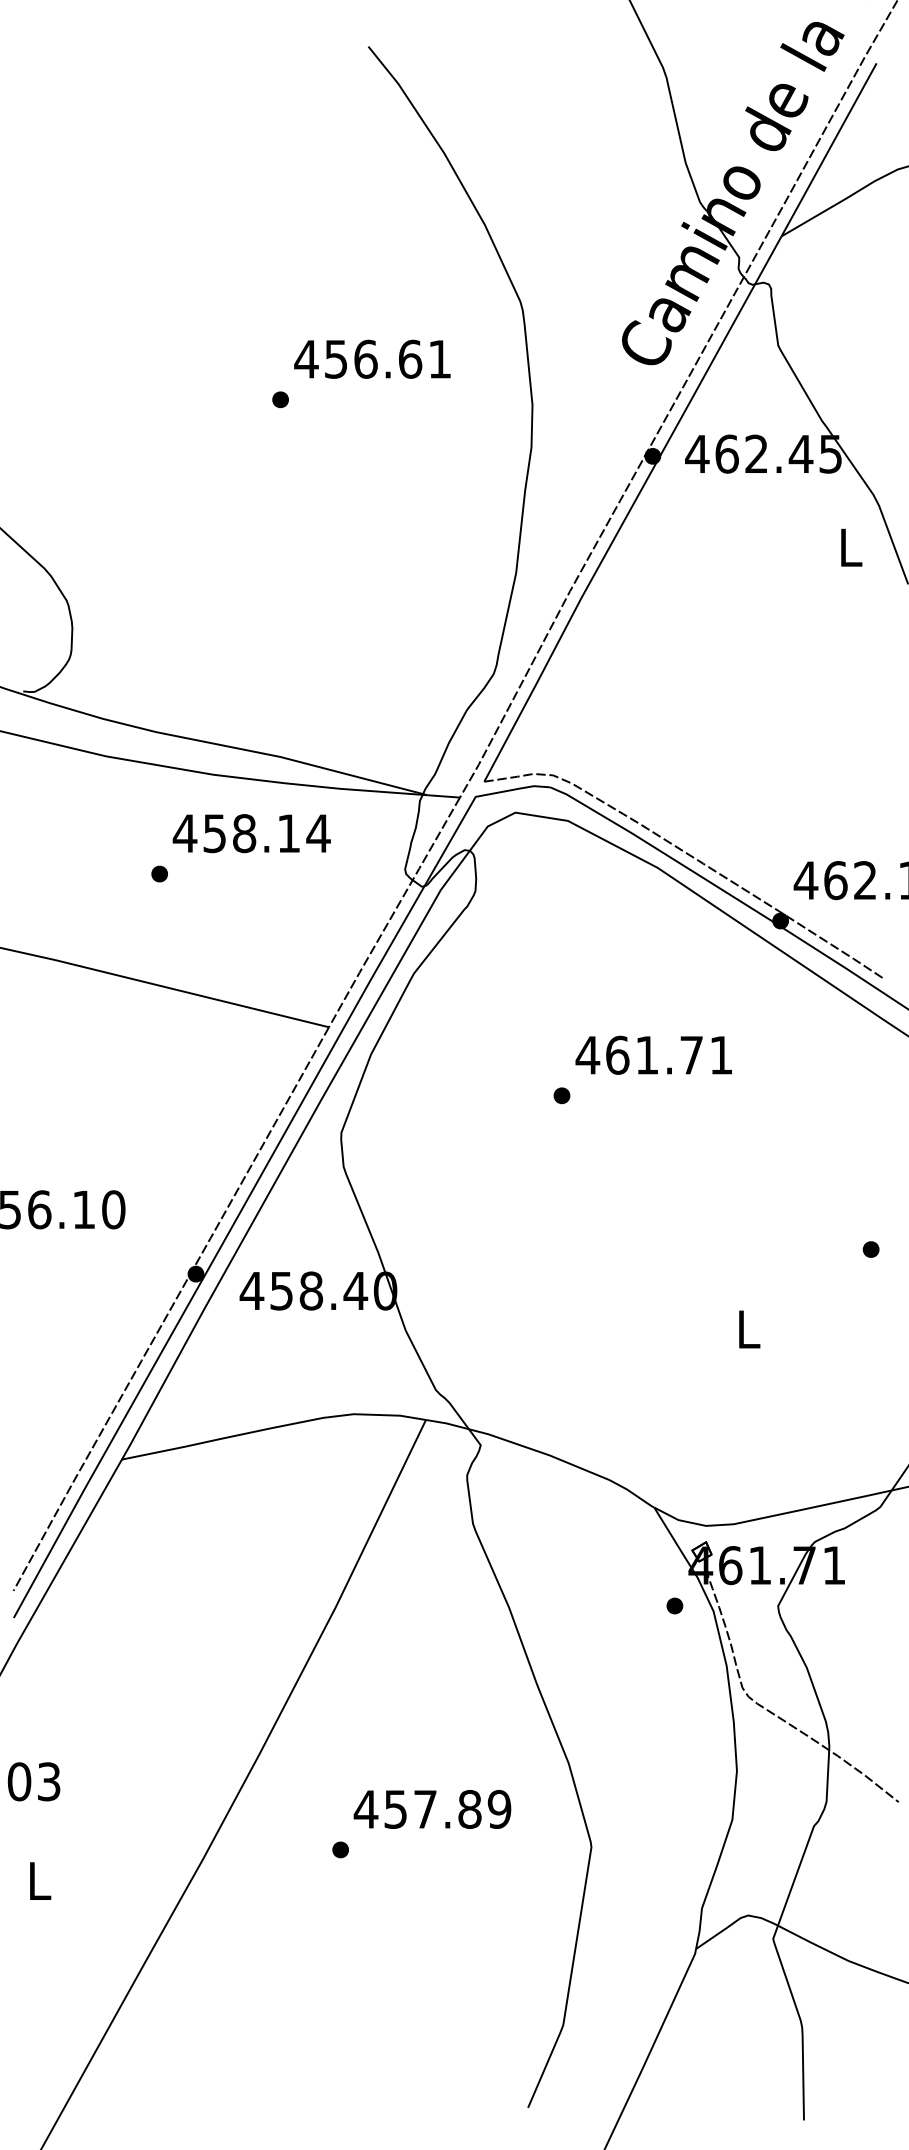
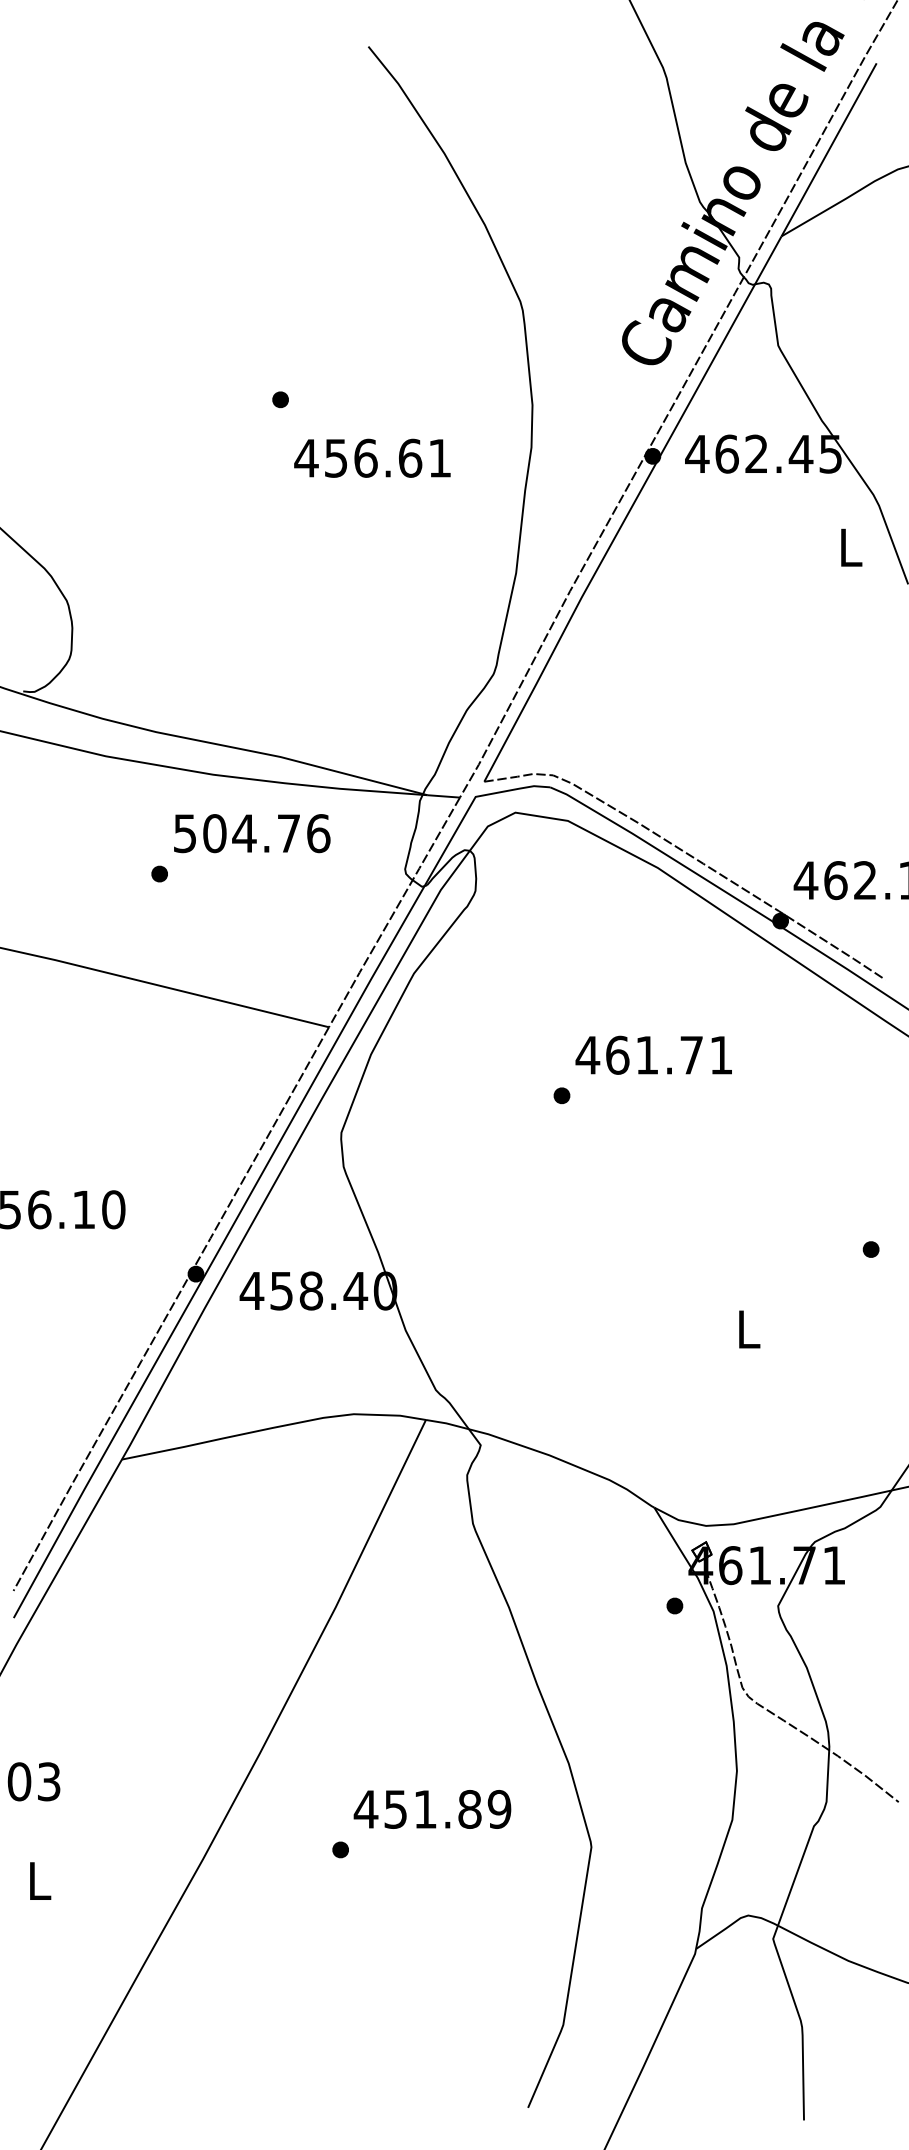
text at (372, 358) position: (372, 358) -> (372, 457)
text at (251, 833): 458.14 -> 504.76
text at (425, 1809): 457.89 -> 451.89
